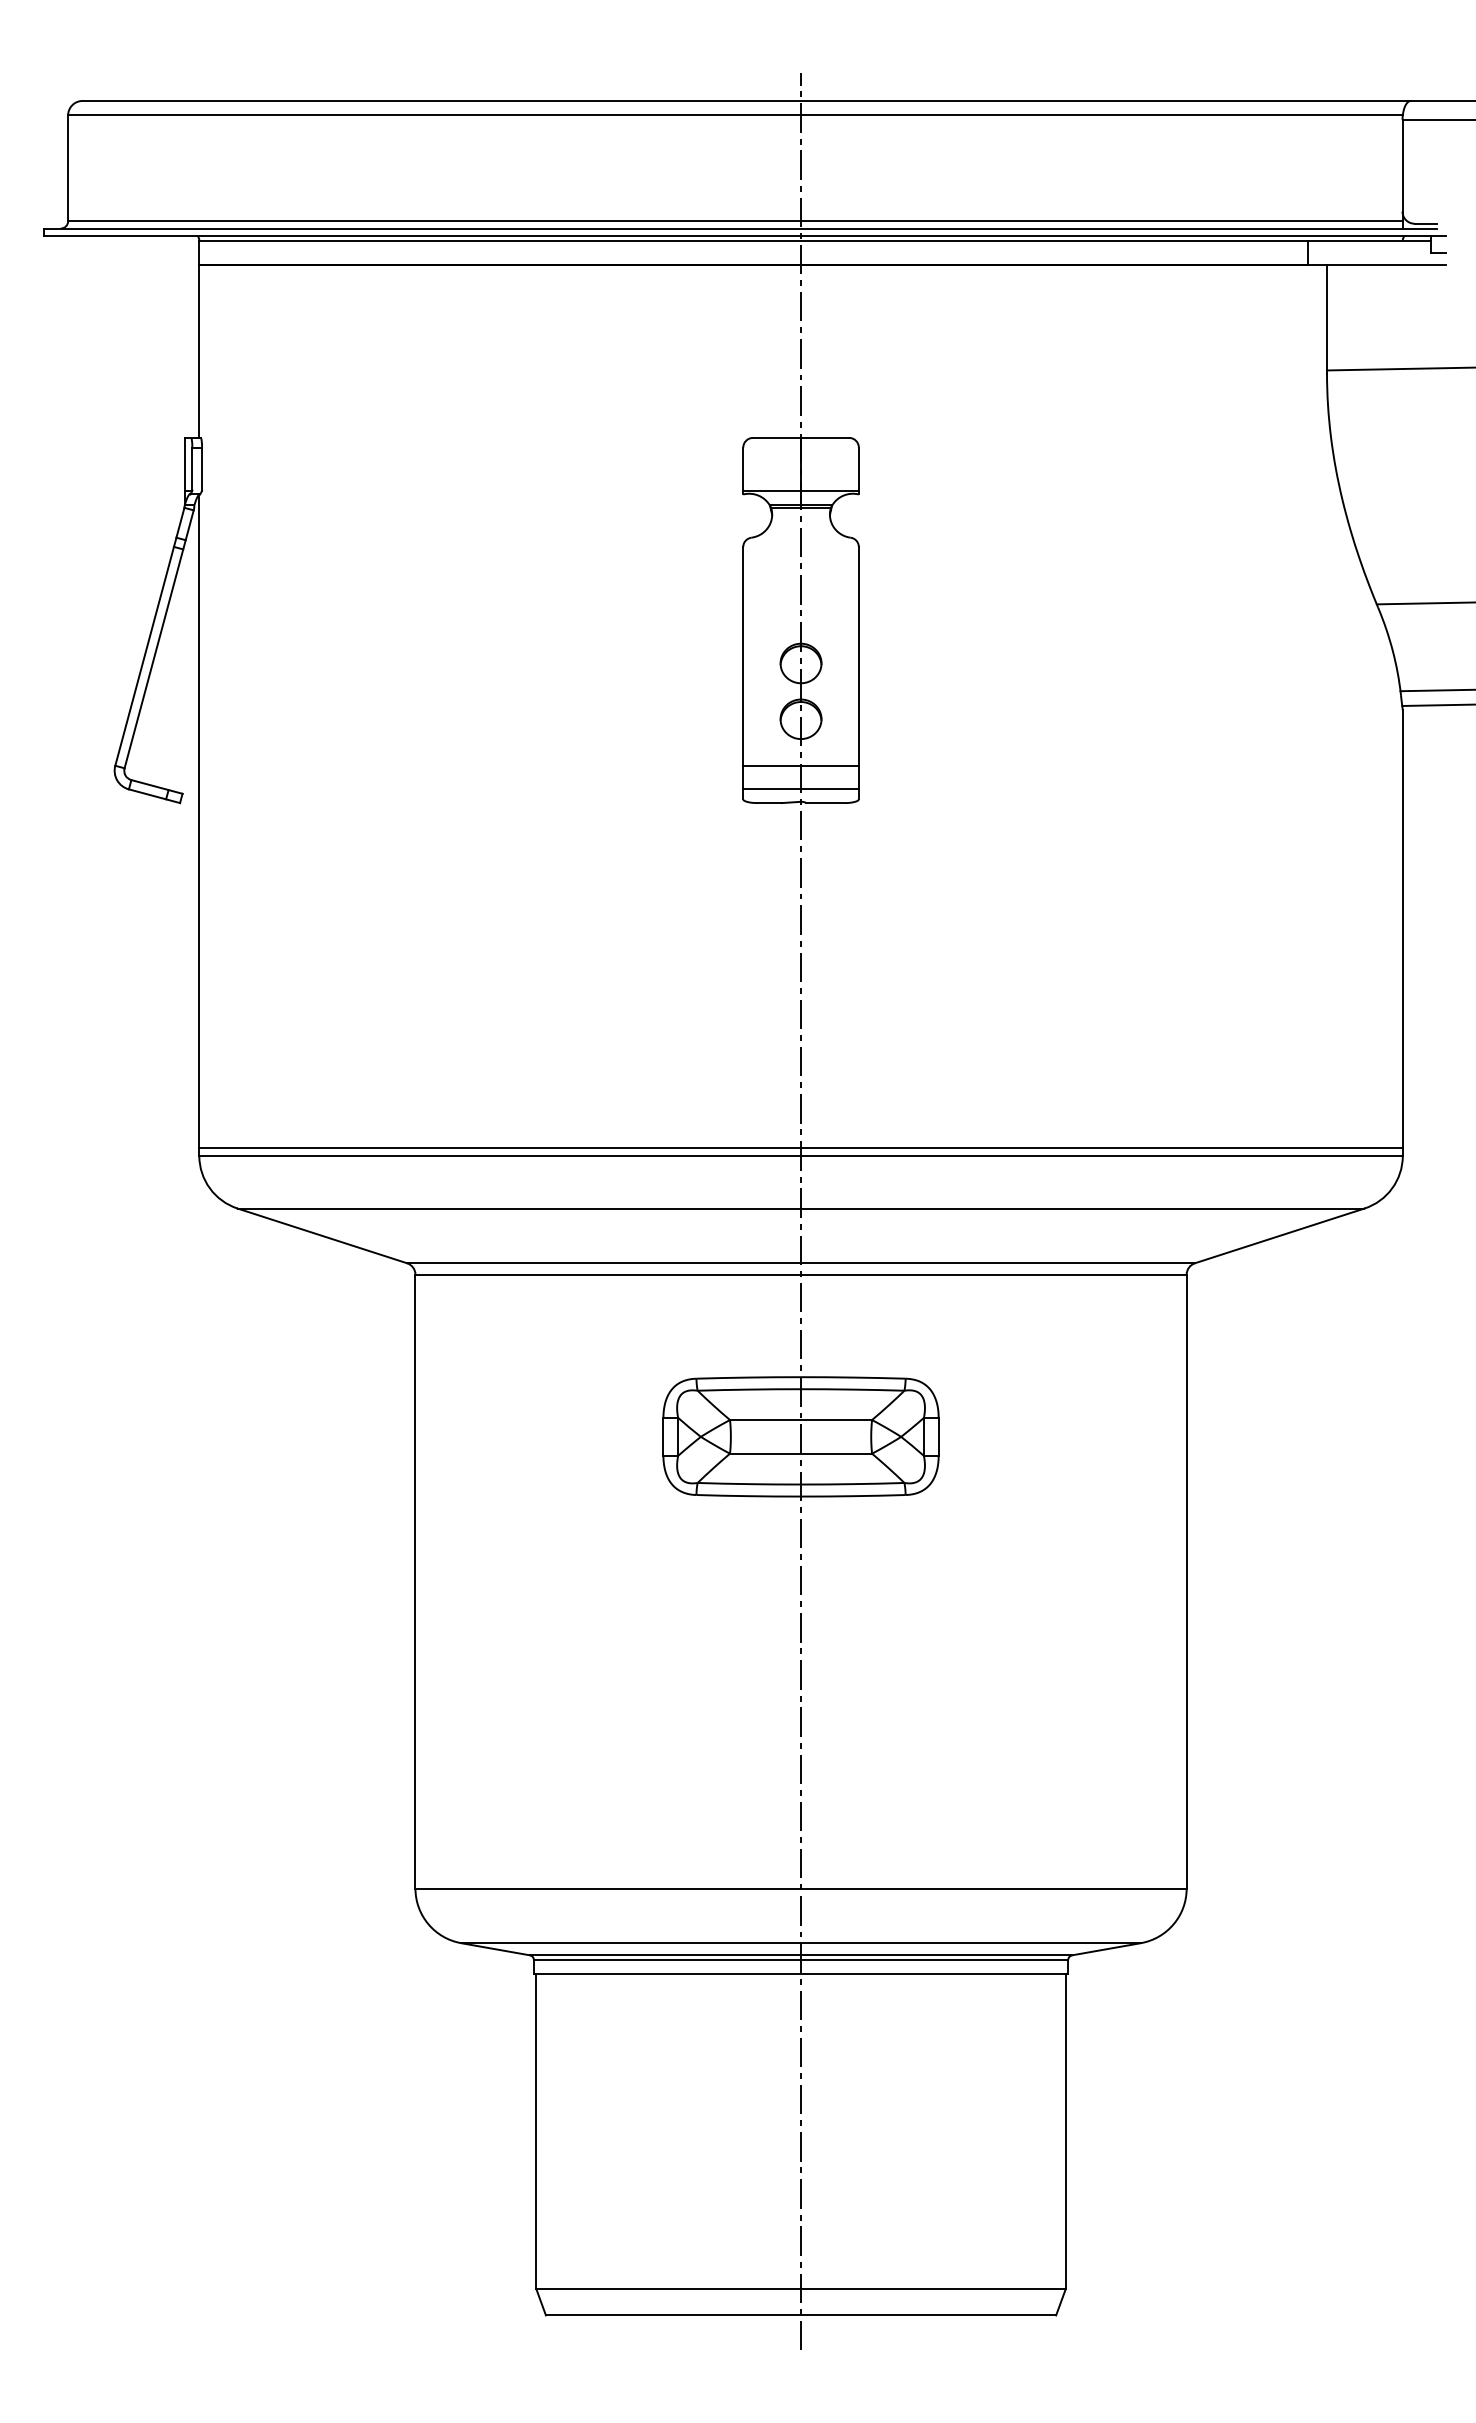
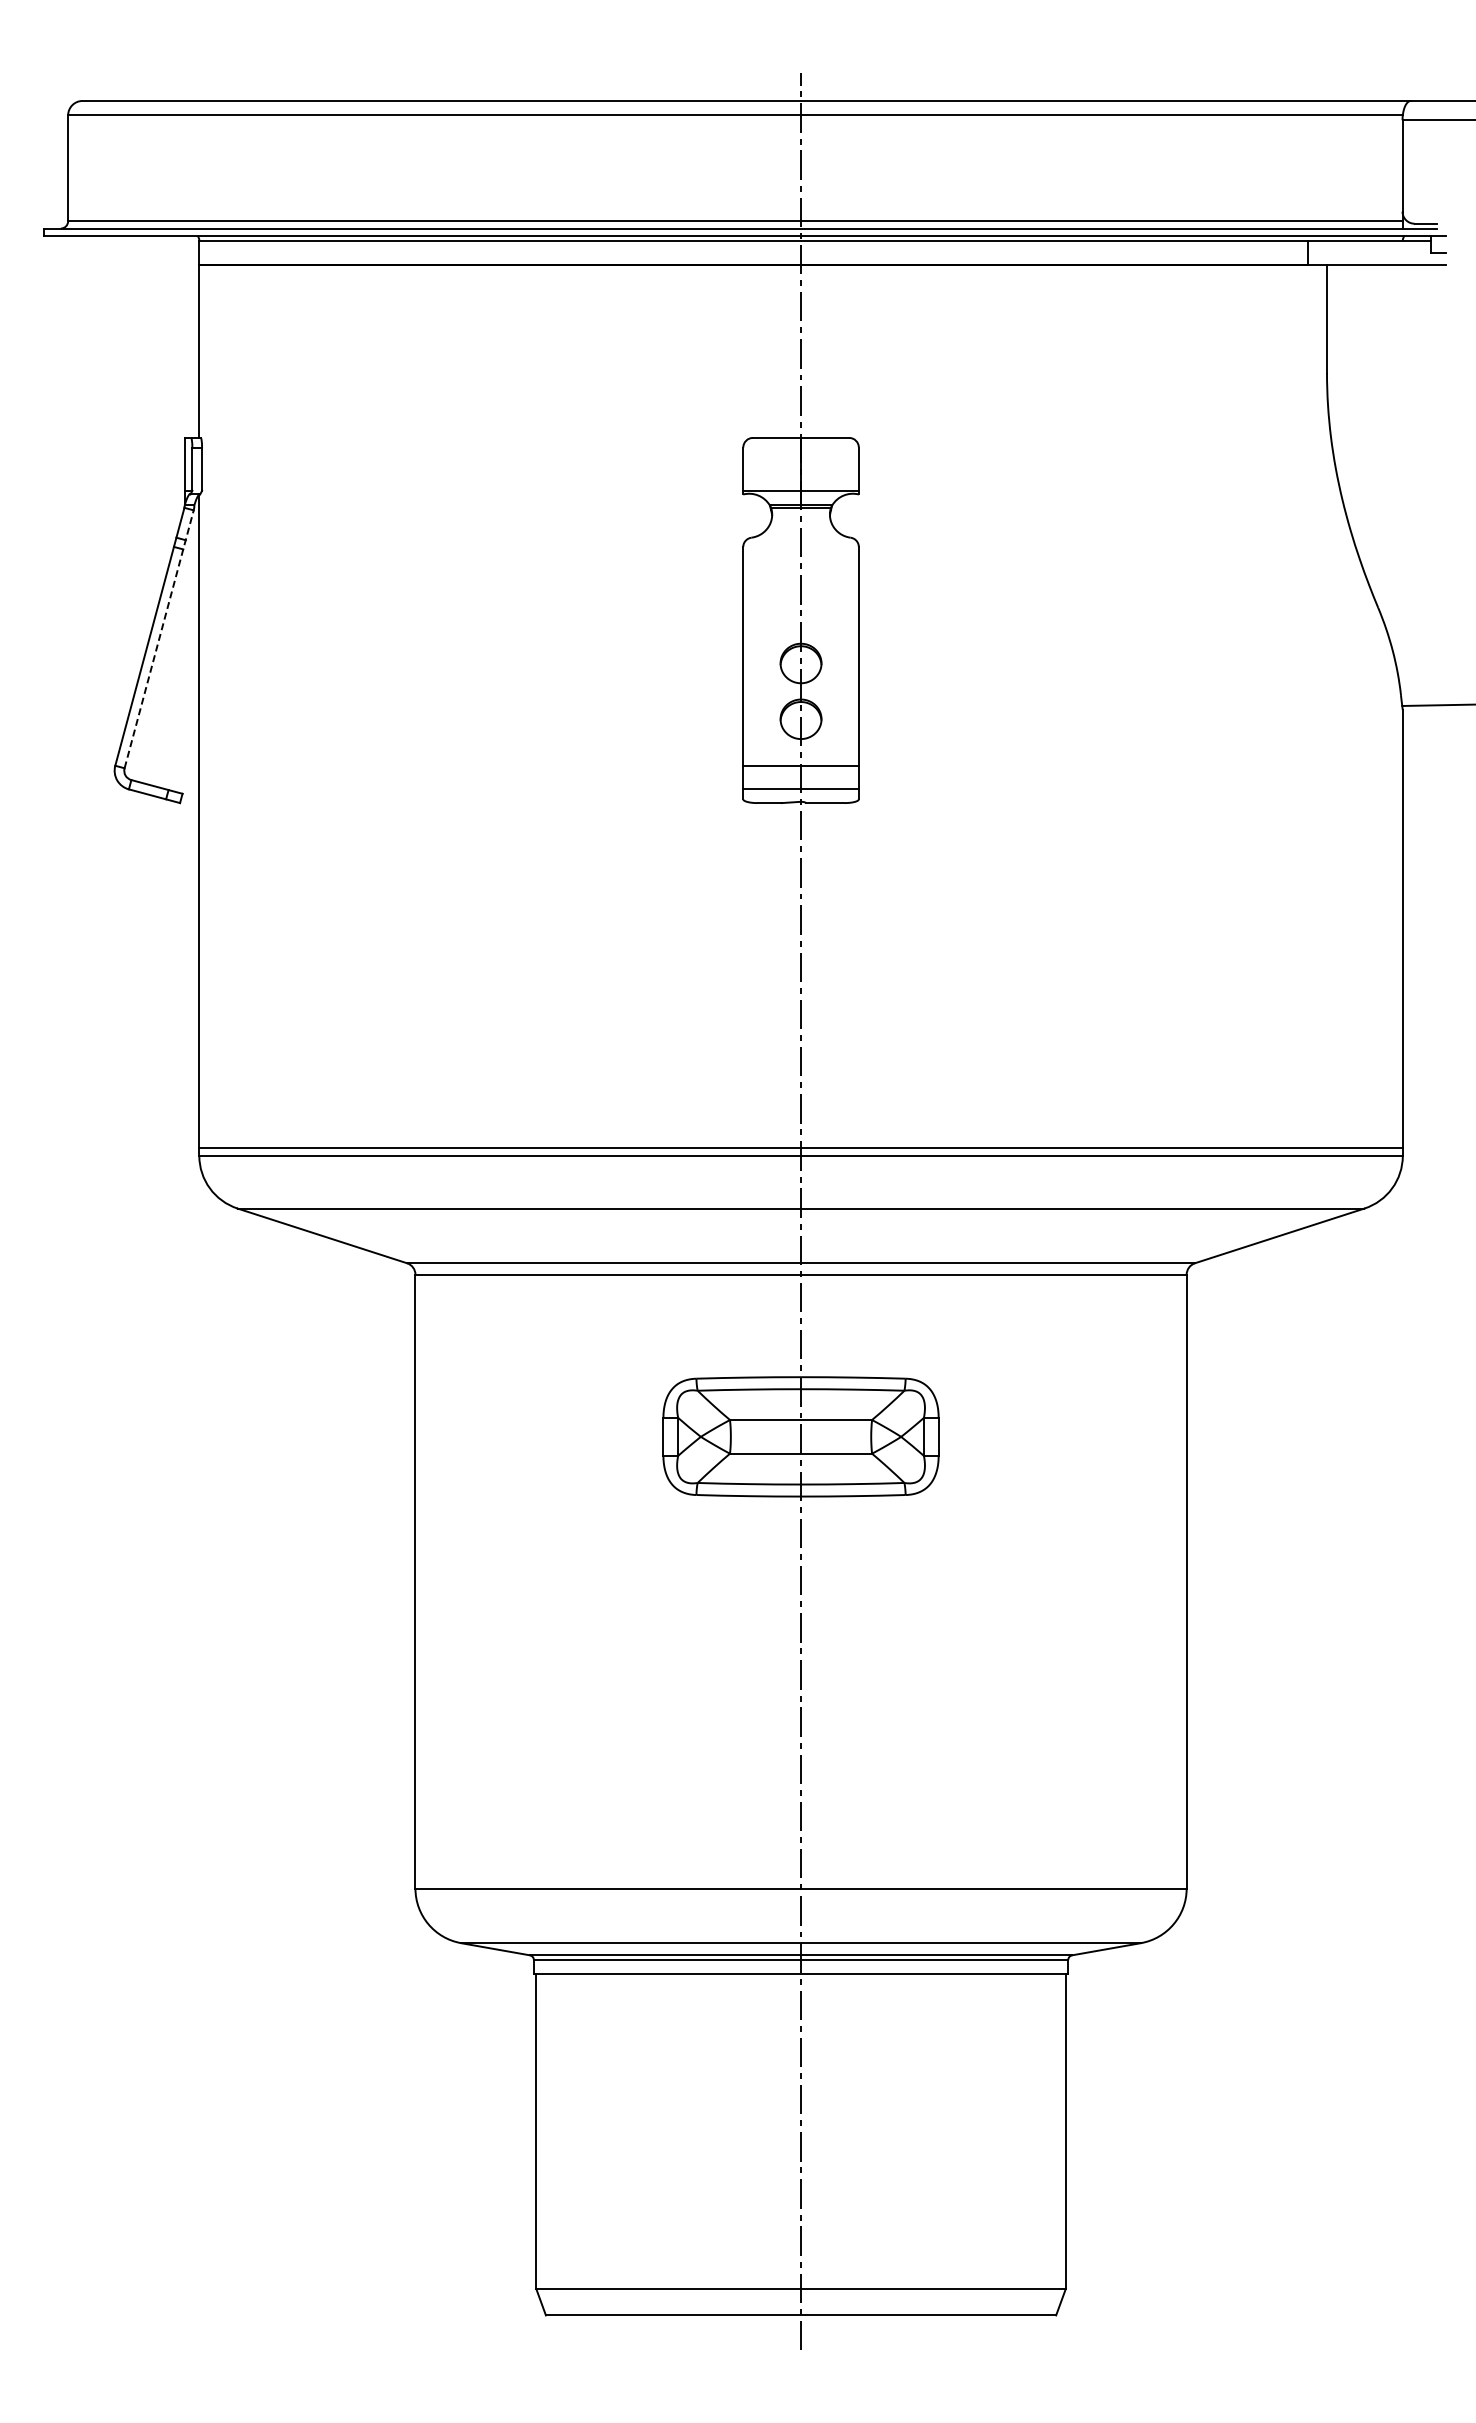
line at (1399, 368): present -> none
line at (1424, 603): present -> none
line at (159, 639): solid -> dashed
line at (1436, 690): present -> none
